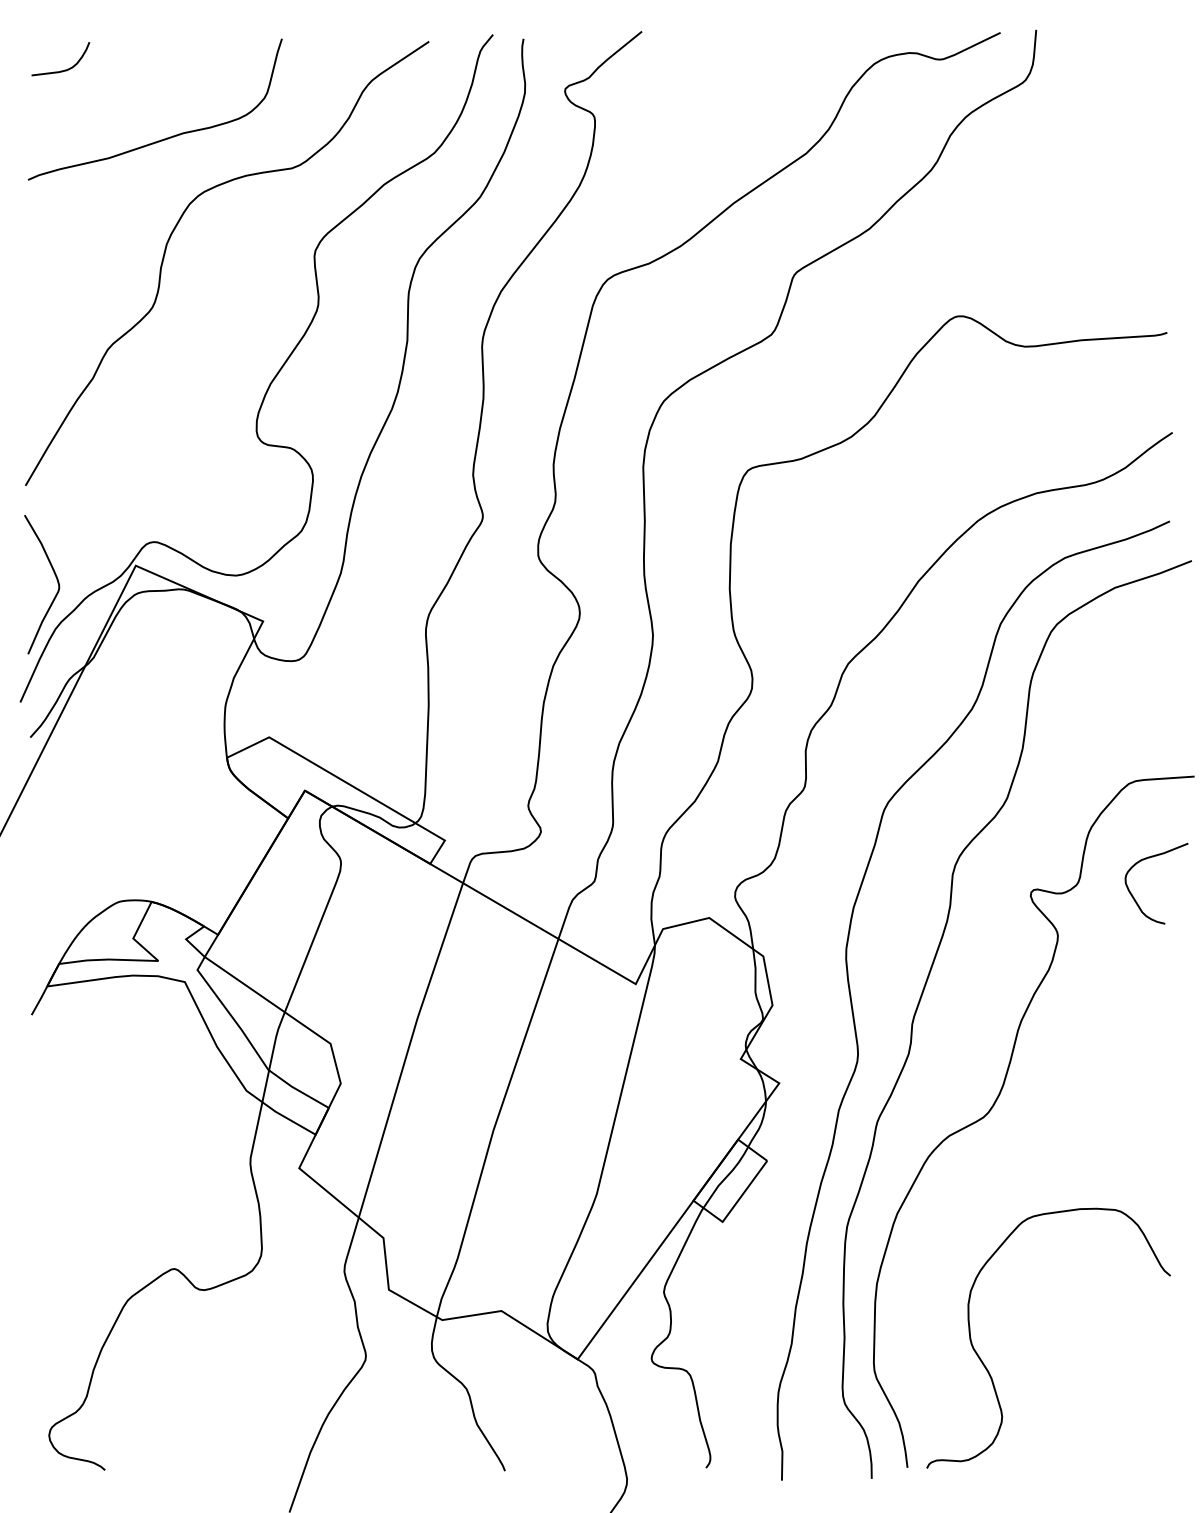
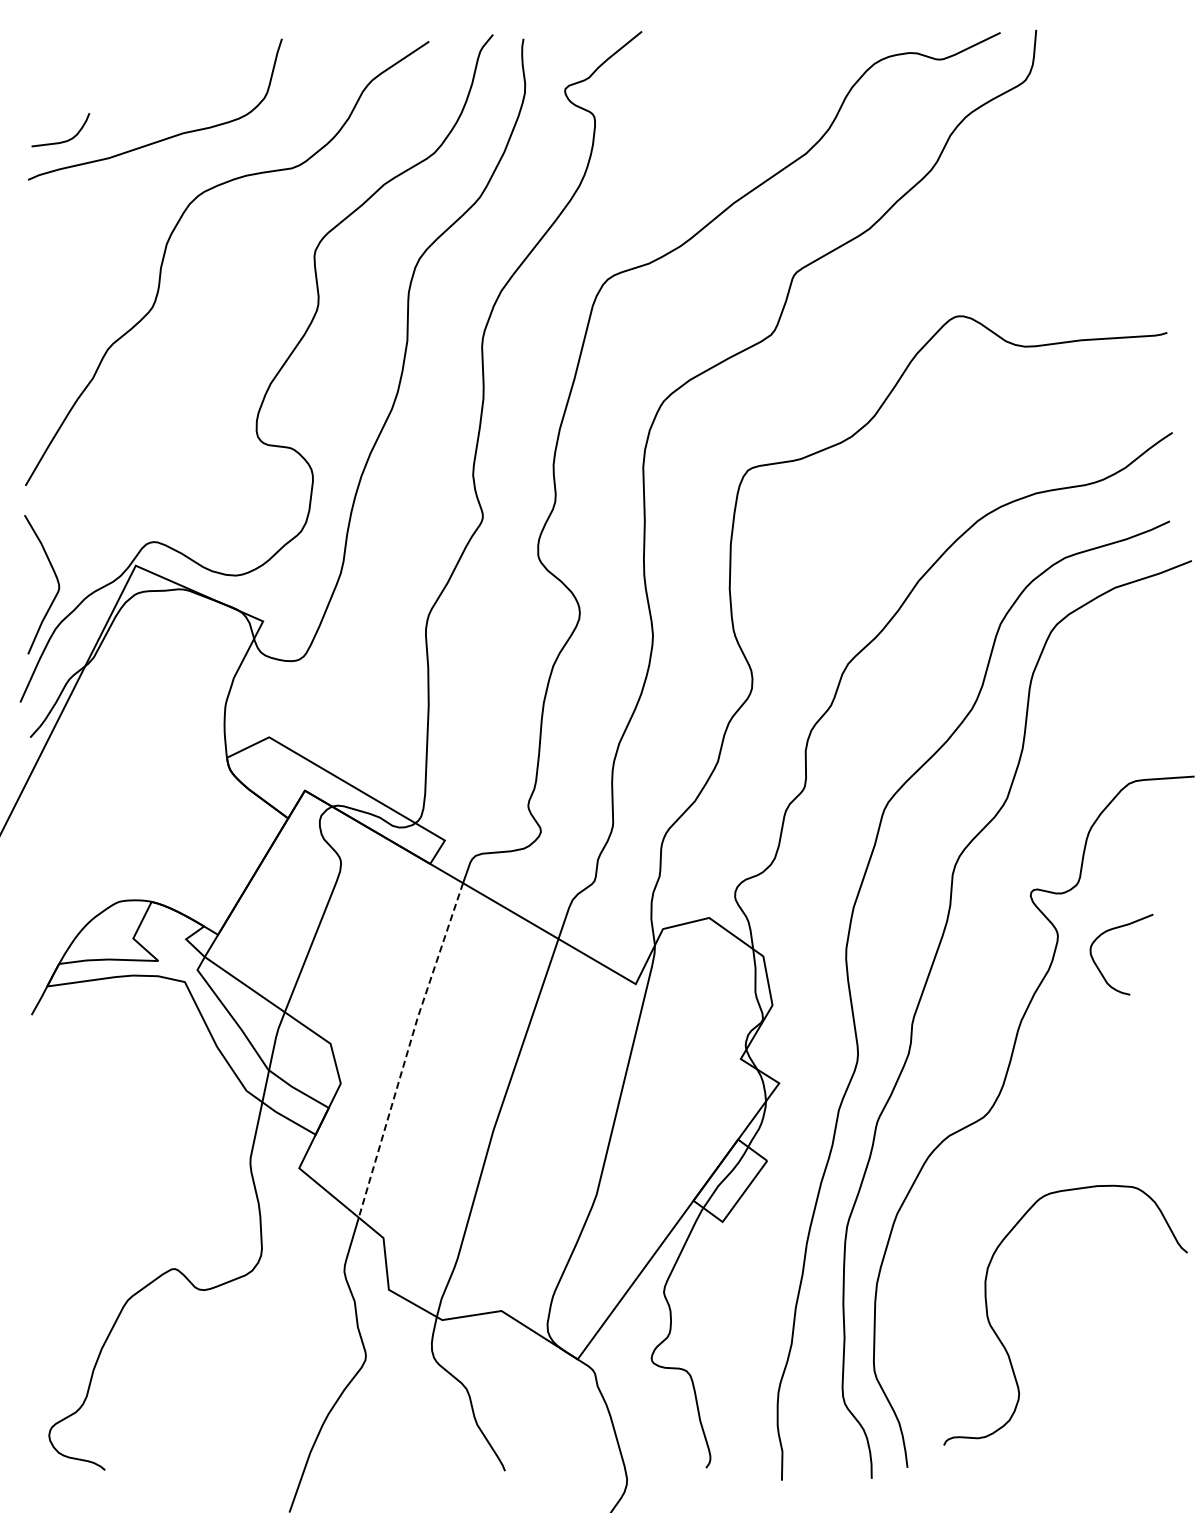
curve at (64, 69) position: (64, 69) -> (64, 140)
curve at (1149, 858) position: (1149, 858) -> (1114, 929)
line at (408, 1049): solid -> dashed
curve at (989, 1371) position: (989, 1371) -> (1006, 1348)
